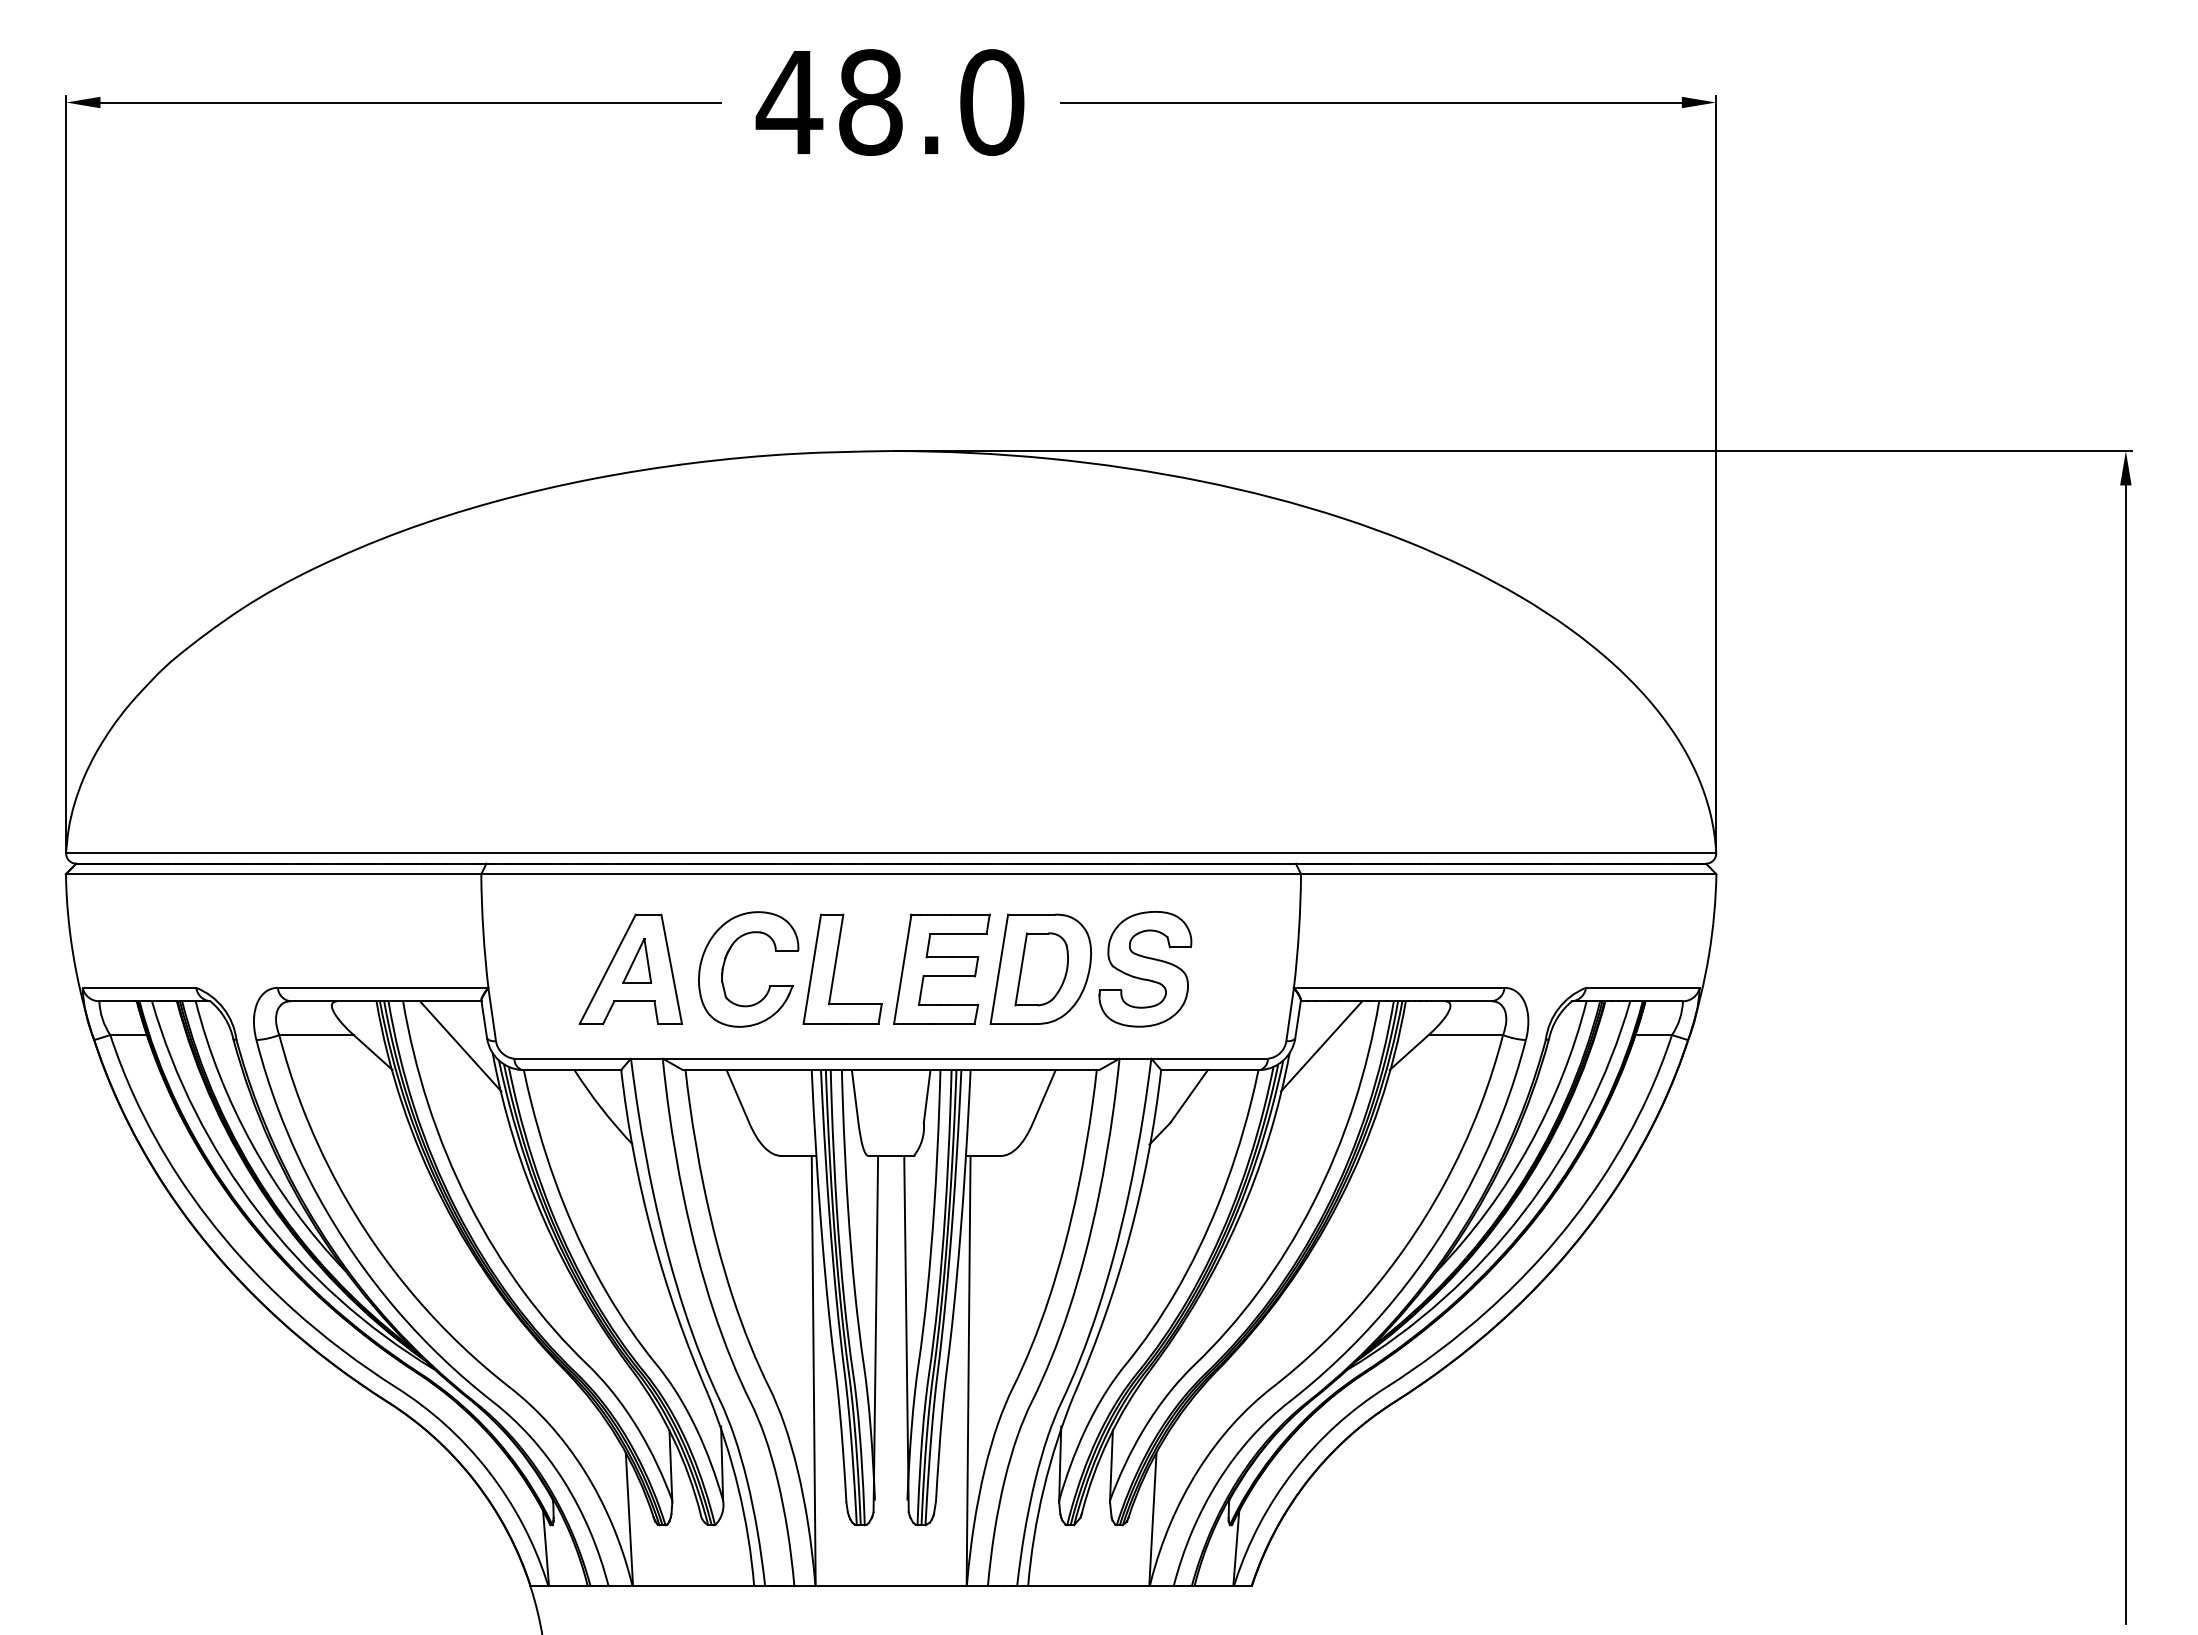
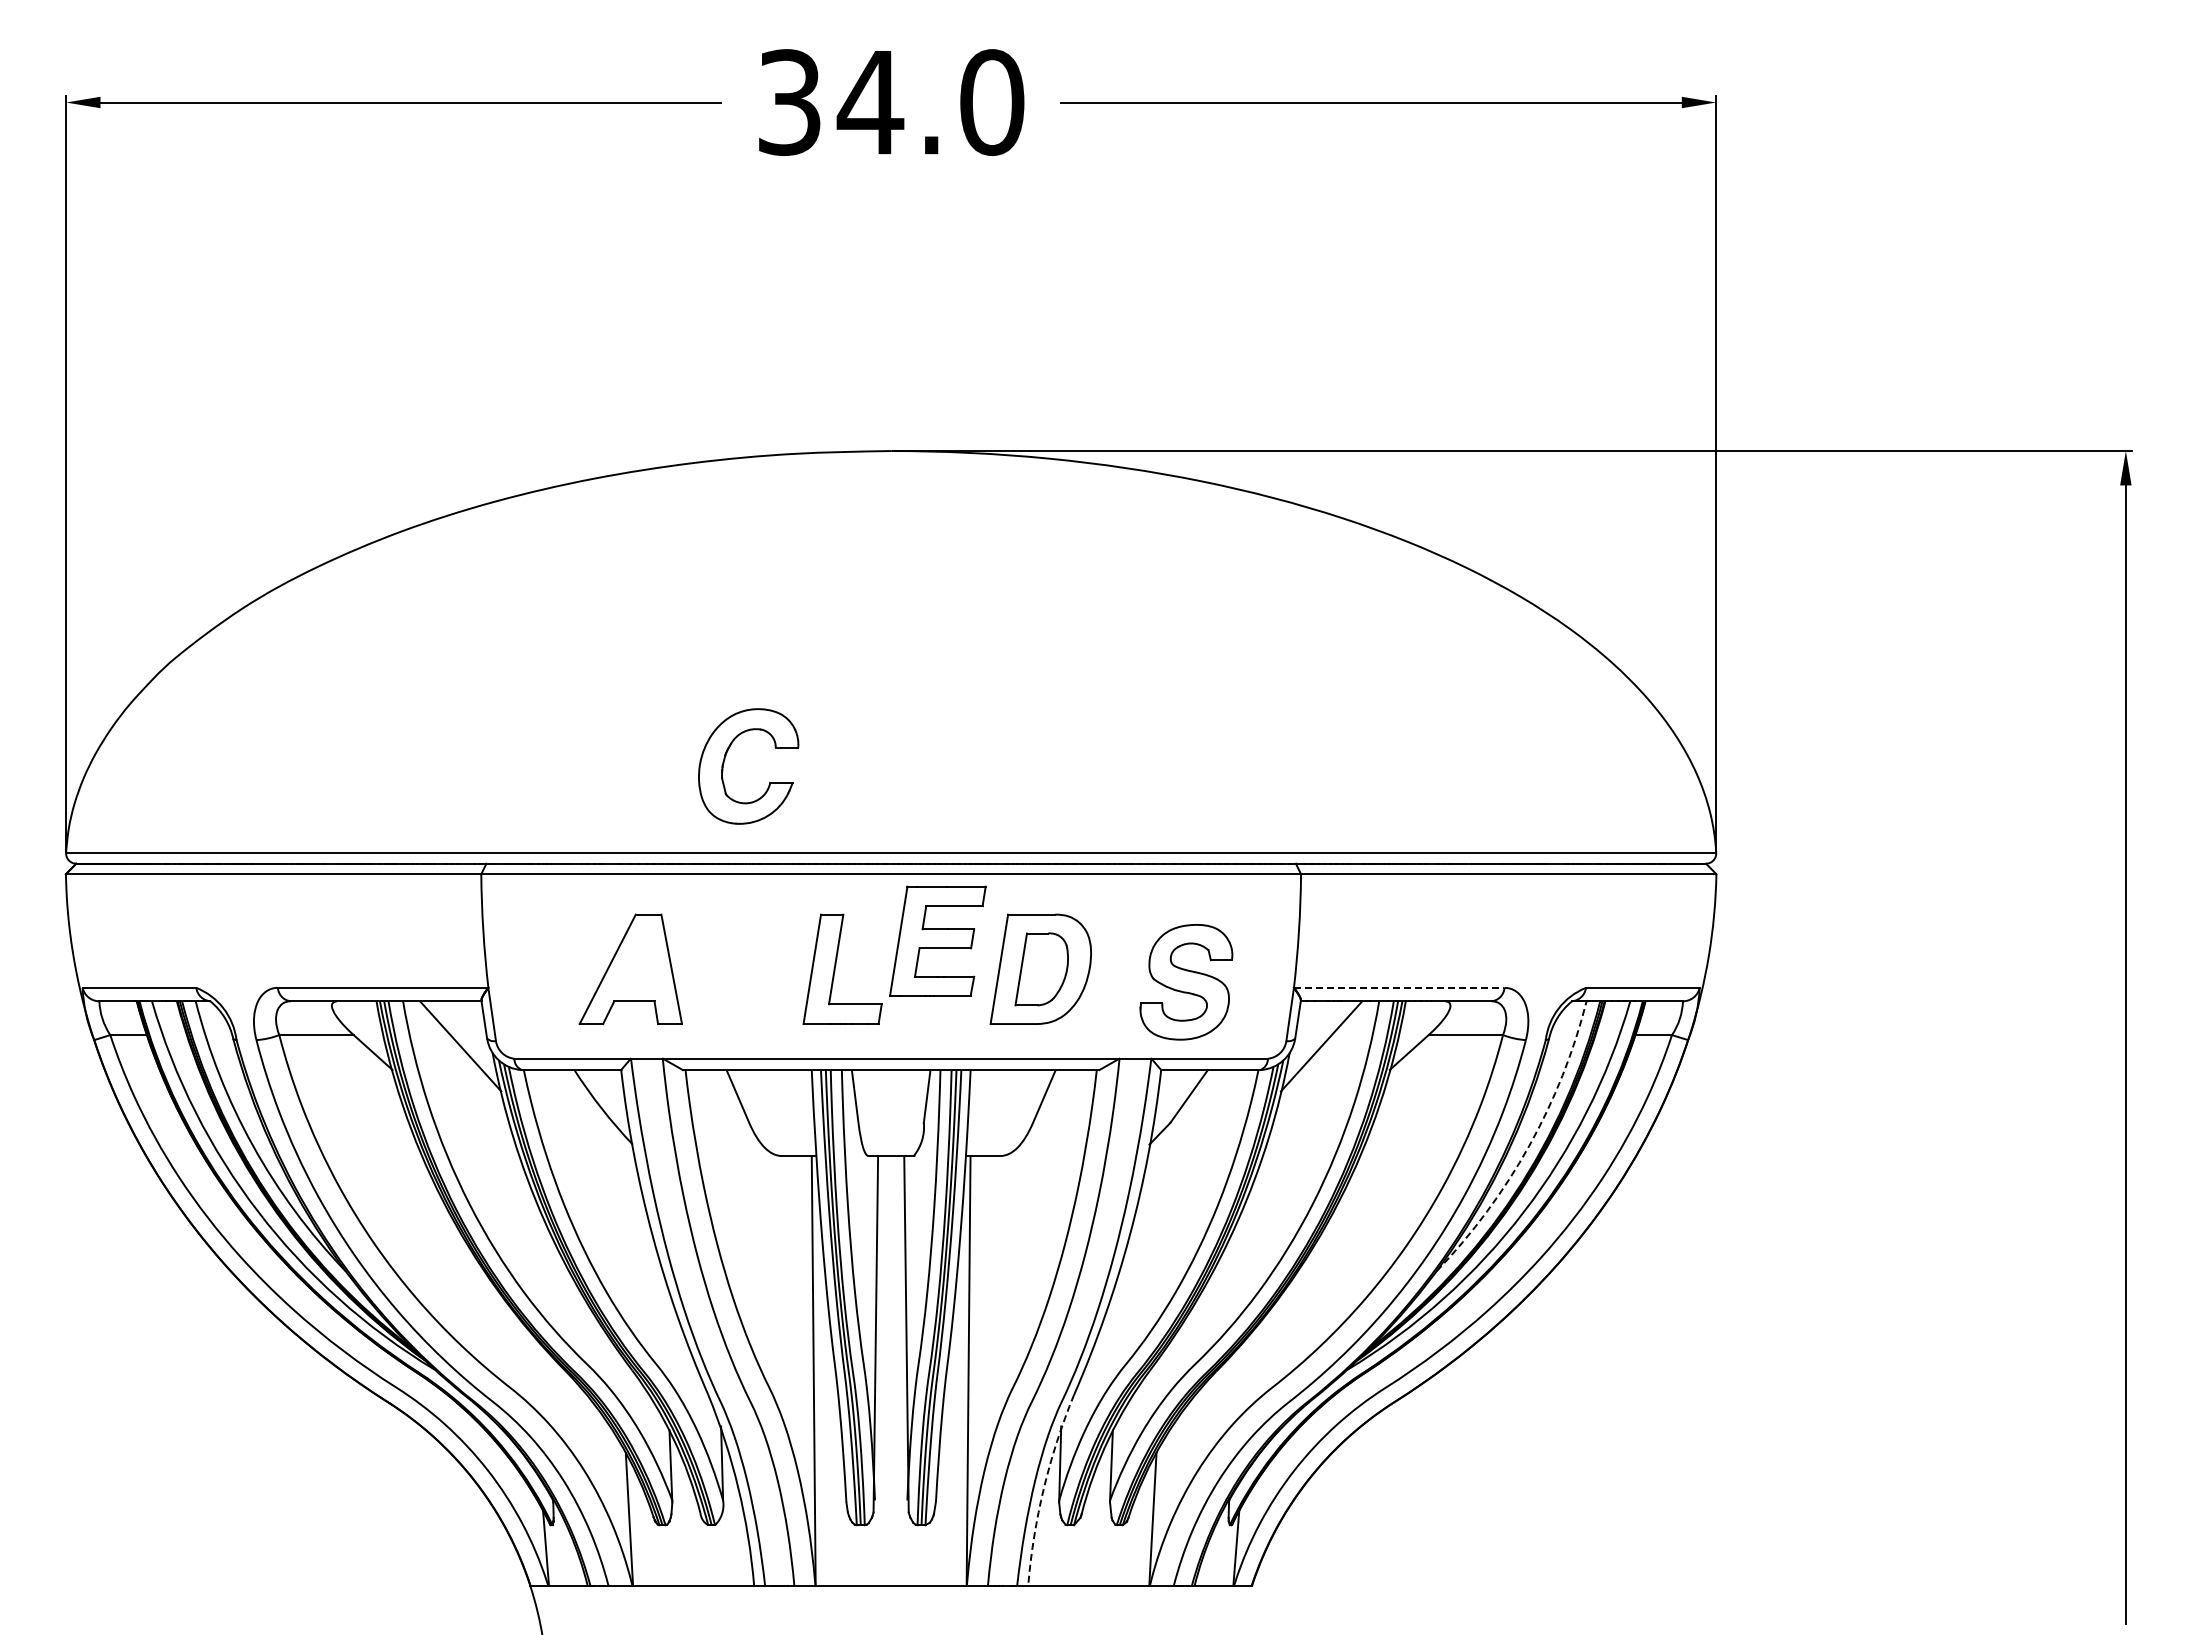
text at (829, 102): 48.0 -> 34.0
part at (636, 960): present -> none
part at (725, 962) position: (725, 962) -> (725, 759)
part at (941, 968) position: (941, 968) -> (937, 940)
part at (1145, 969) position: (1145, 969) -> (1186, 982)
line at (1399, 987): solid -> dashed
arc at (1529, 1145): solid -> dashed
arc at (1043, 1488): solid -> dashed
